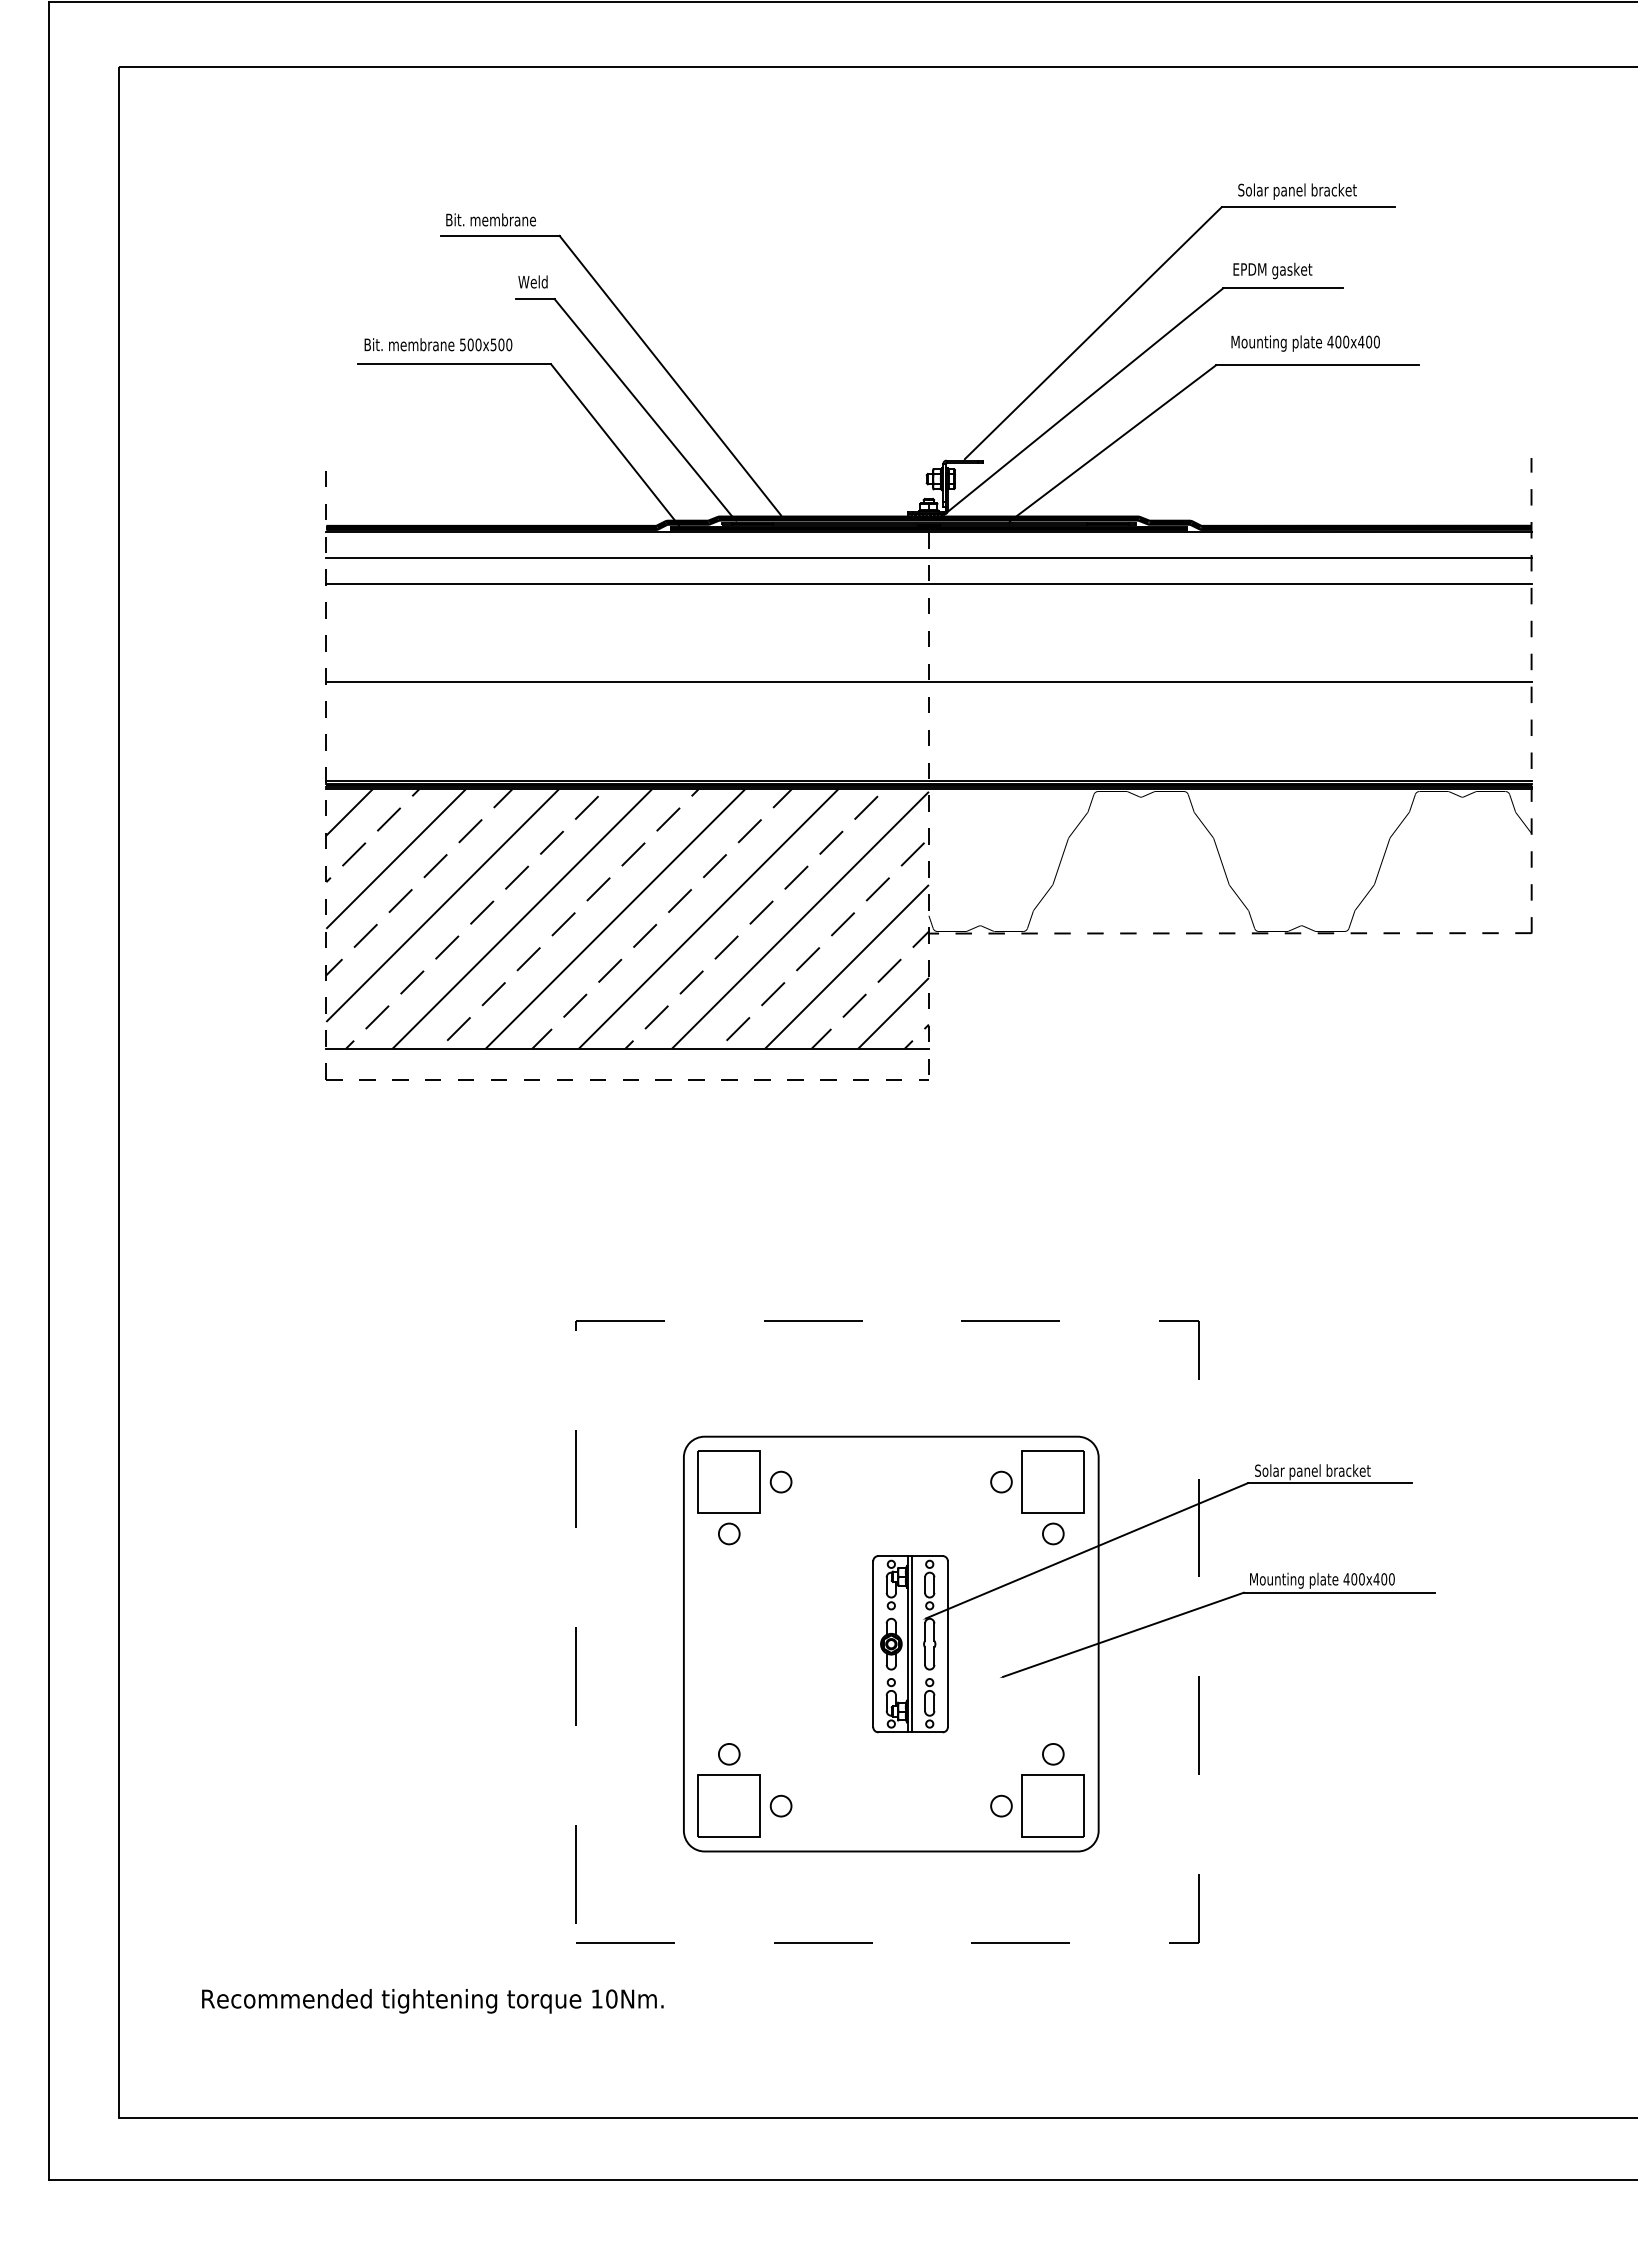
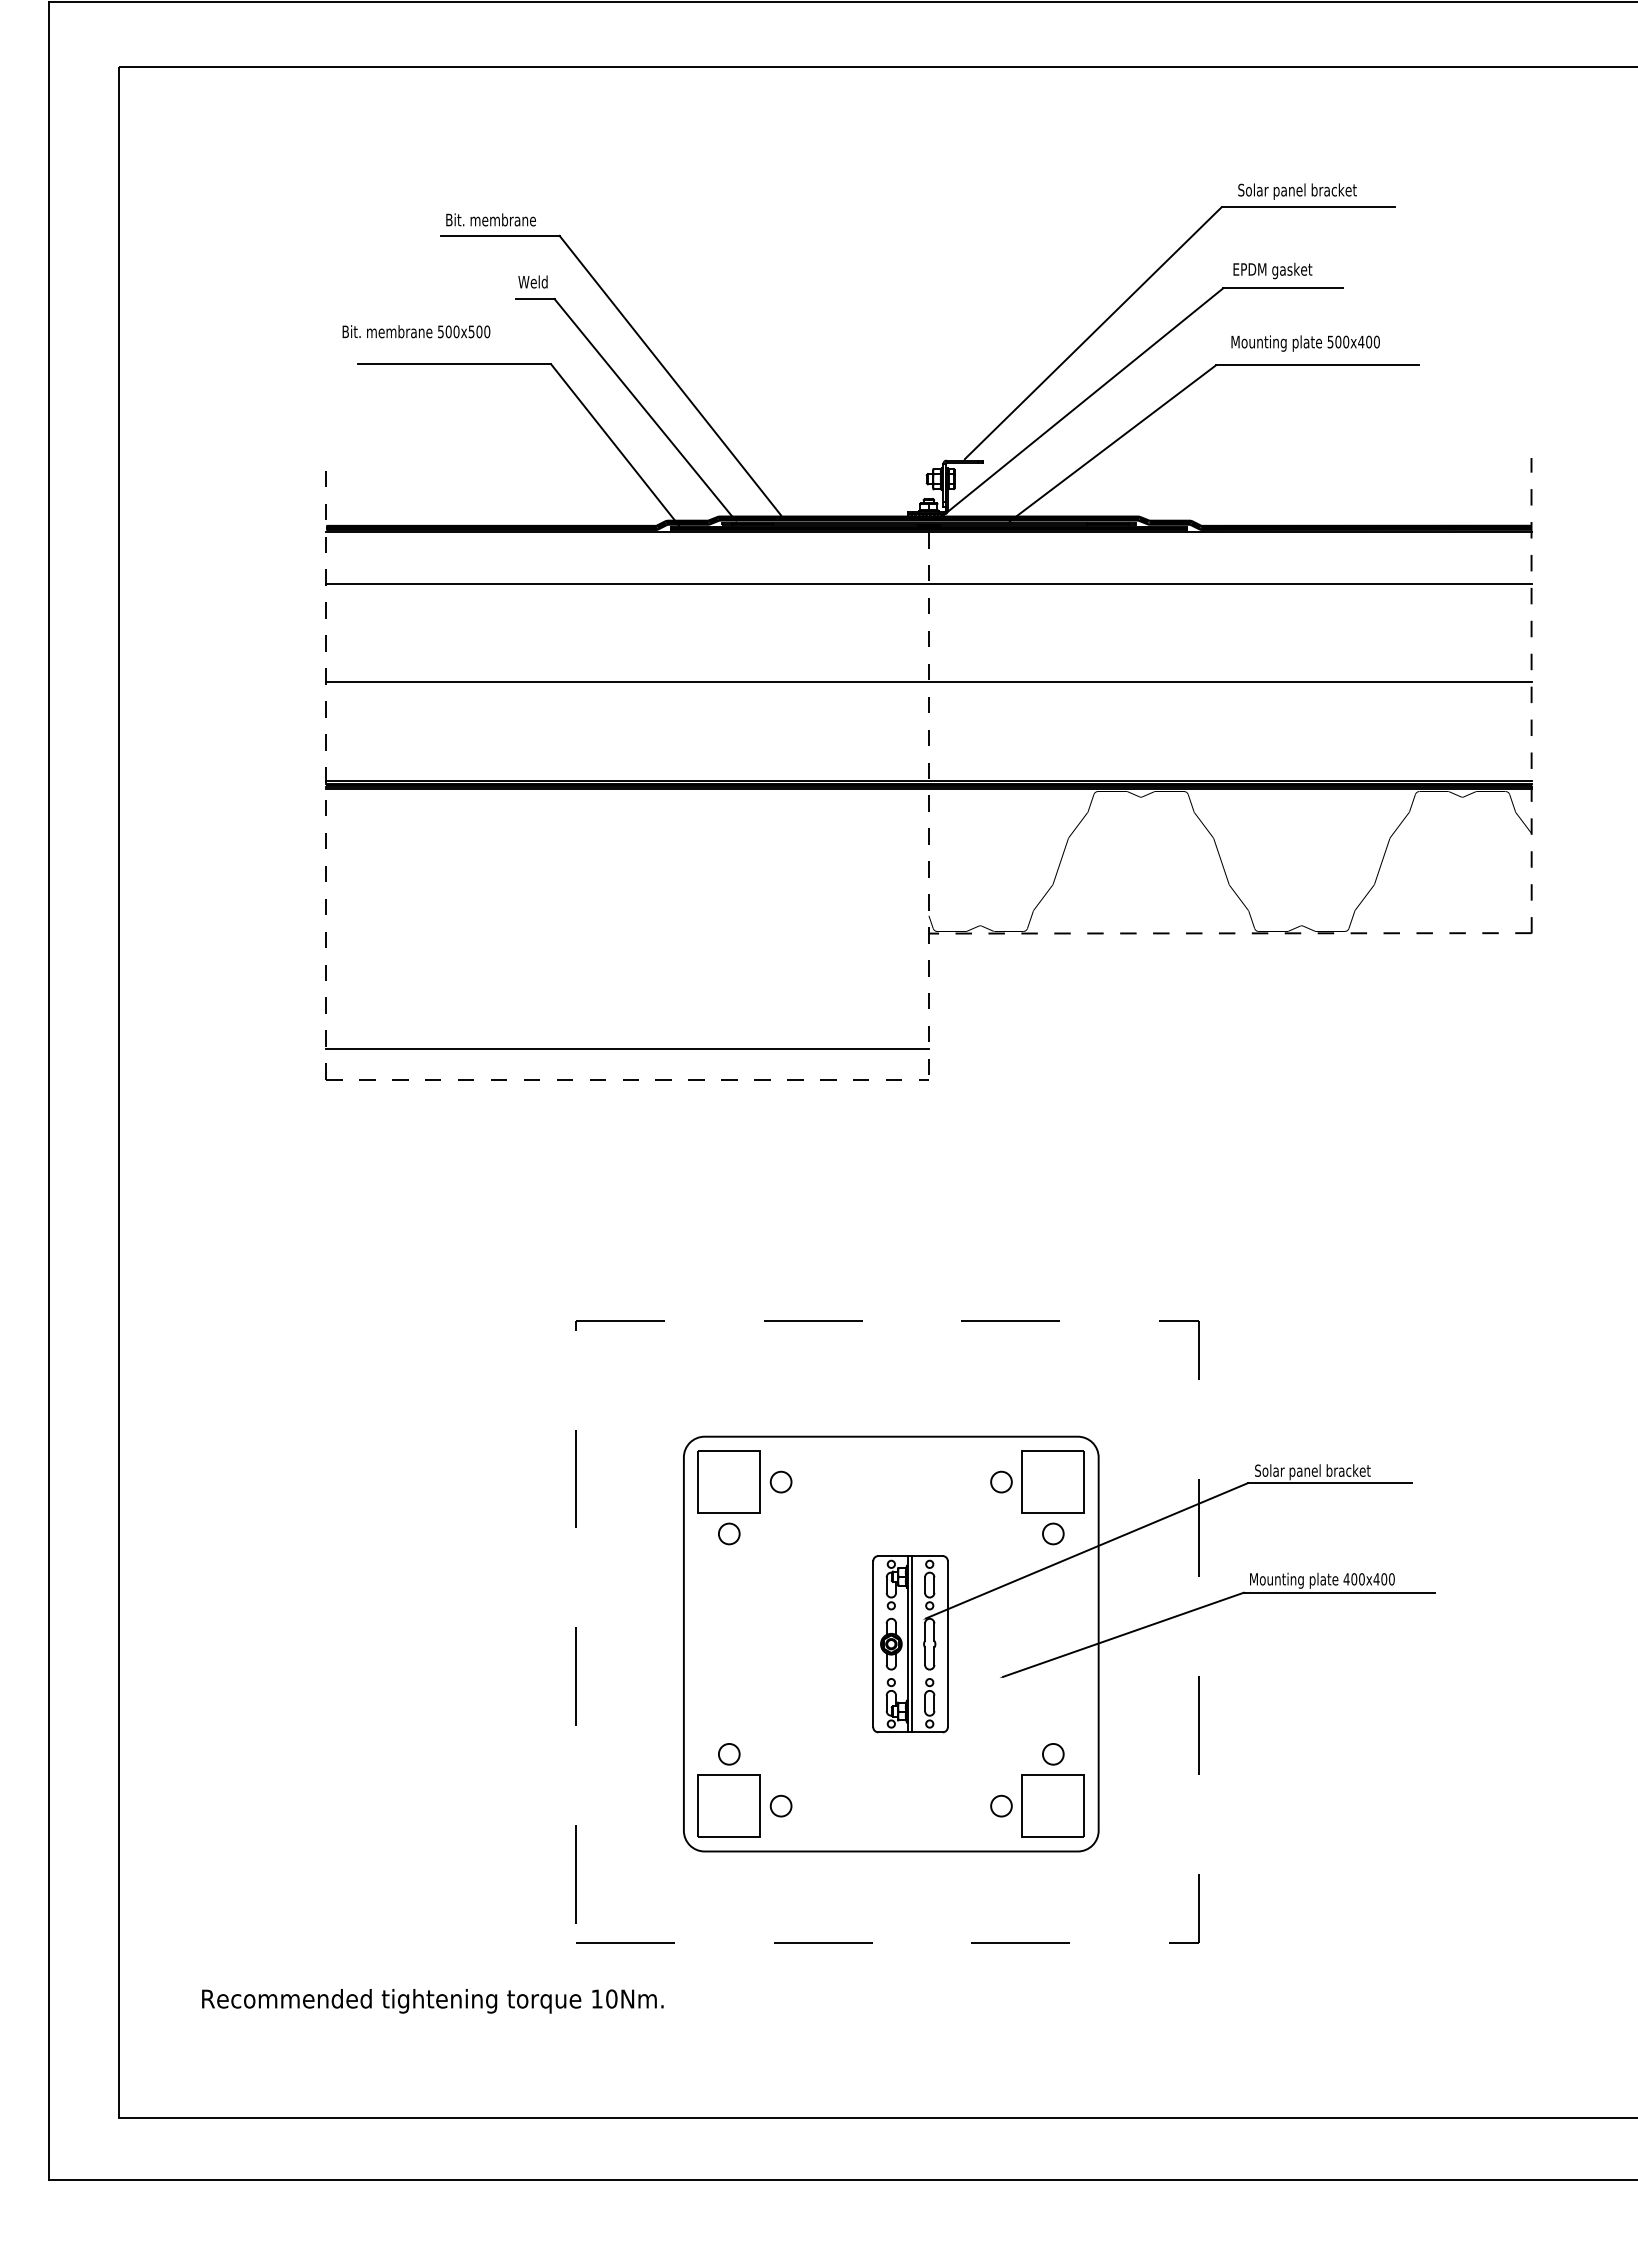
text at (1330, 341): 400x400 -> 500x400
text at (438, 344) position: (438, 344) -> (416, 331)
line at (928, 557): present -> none
hatch at (627, 918): present -> none
